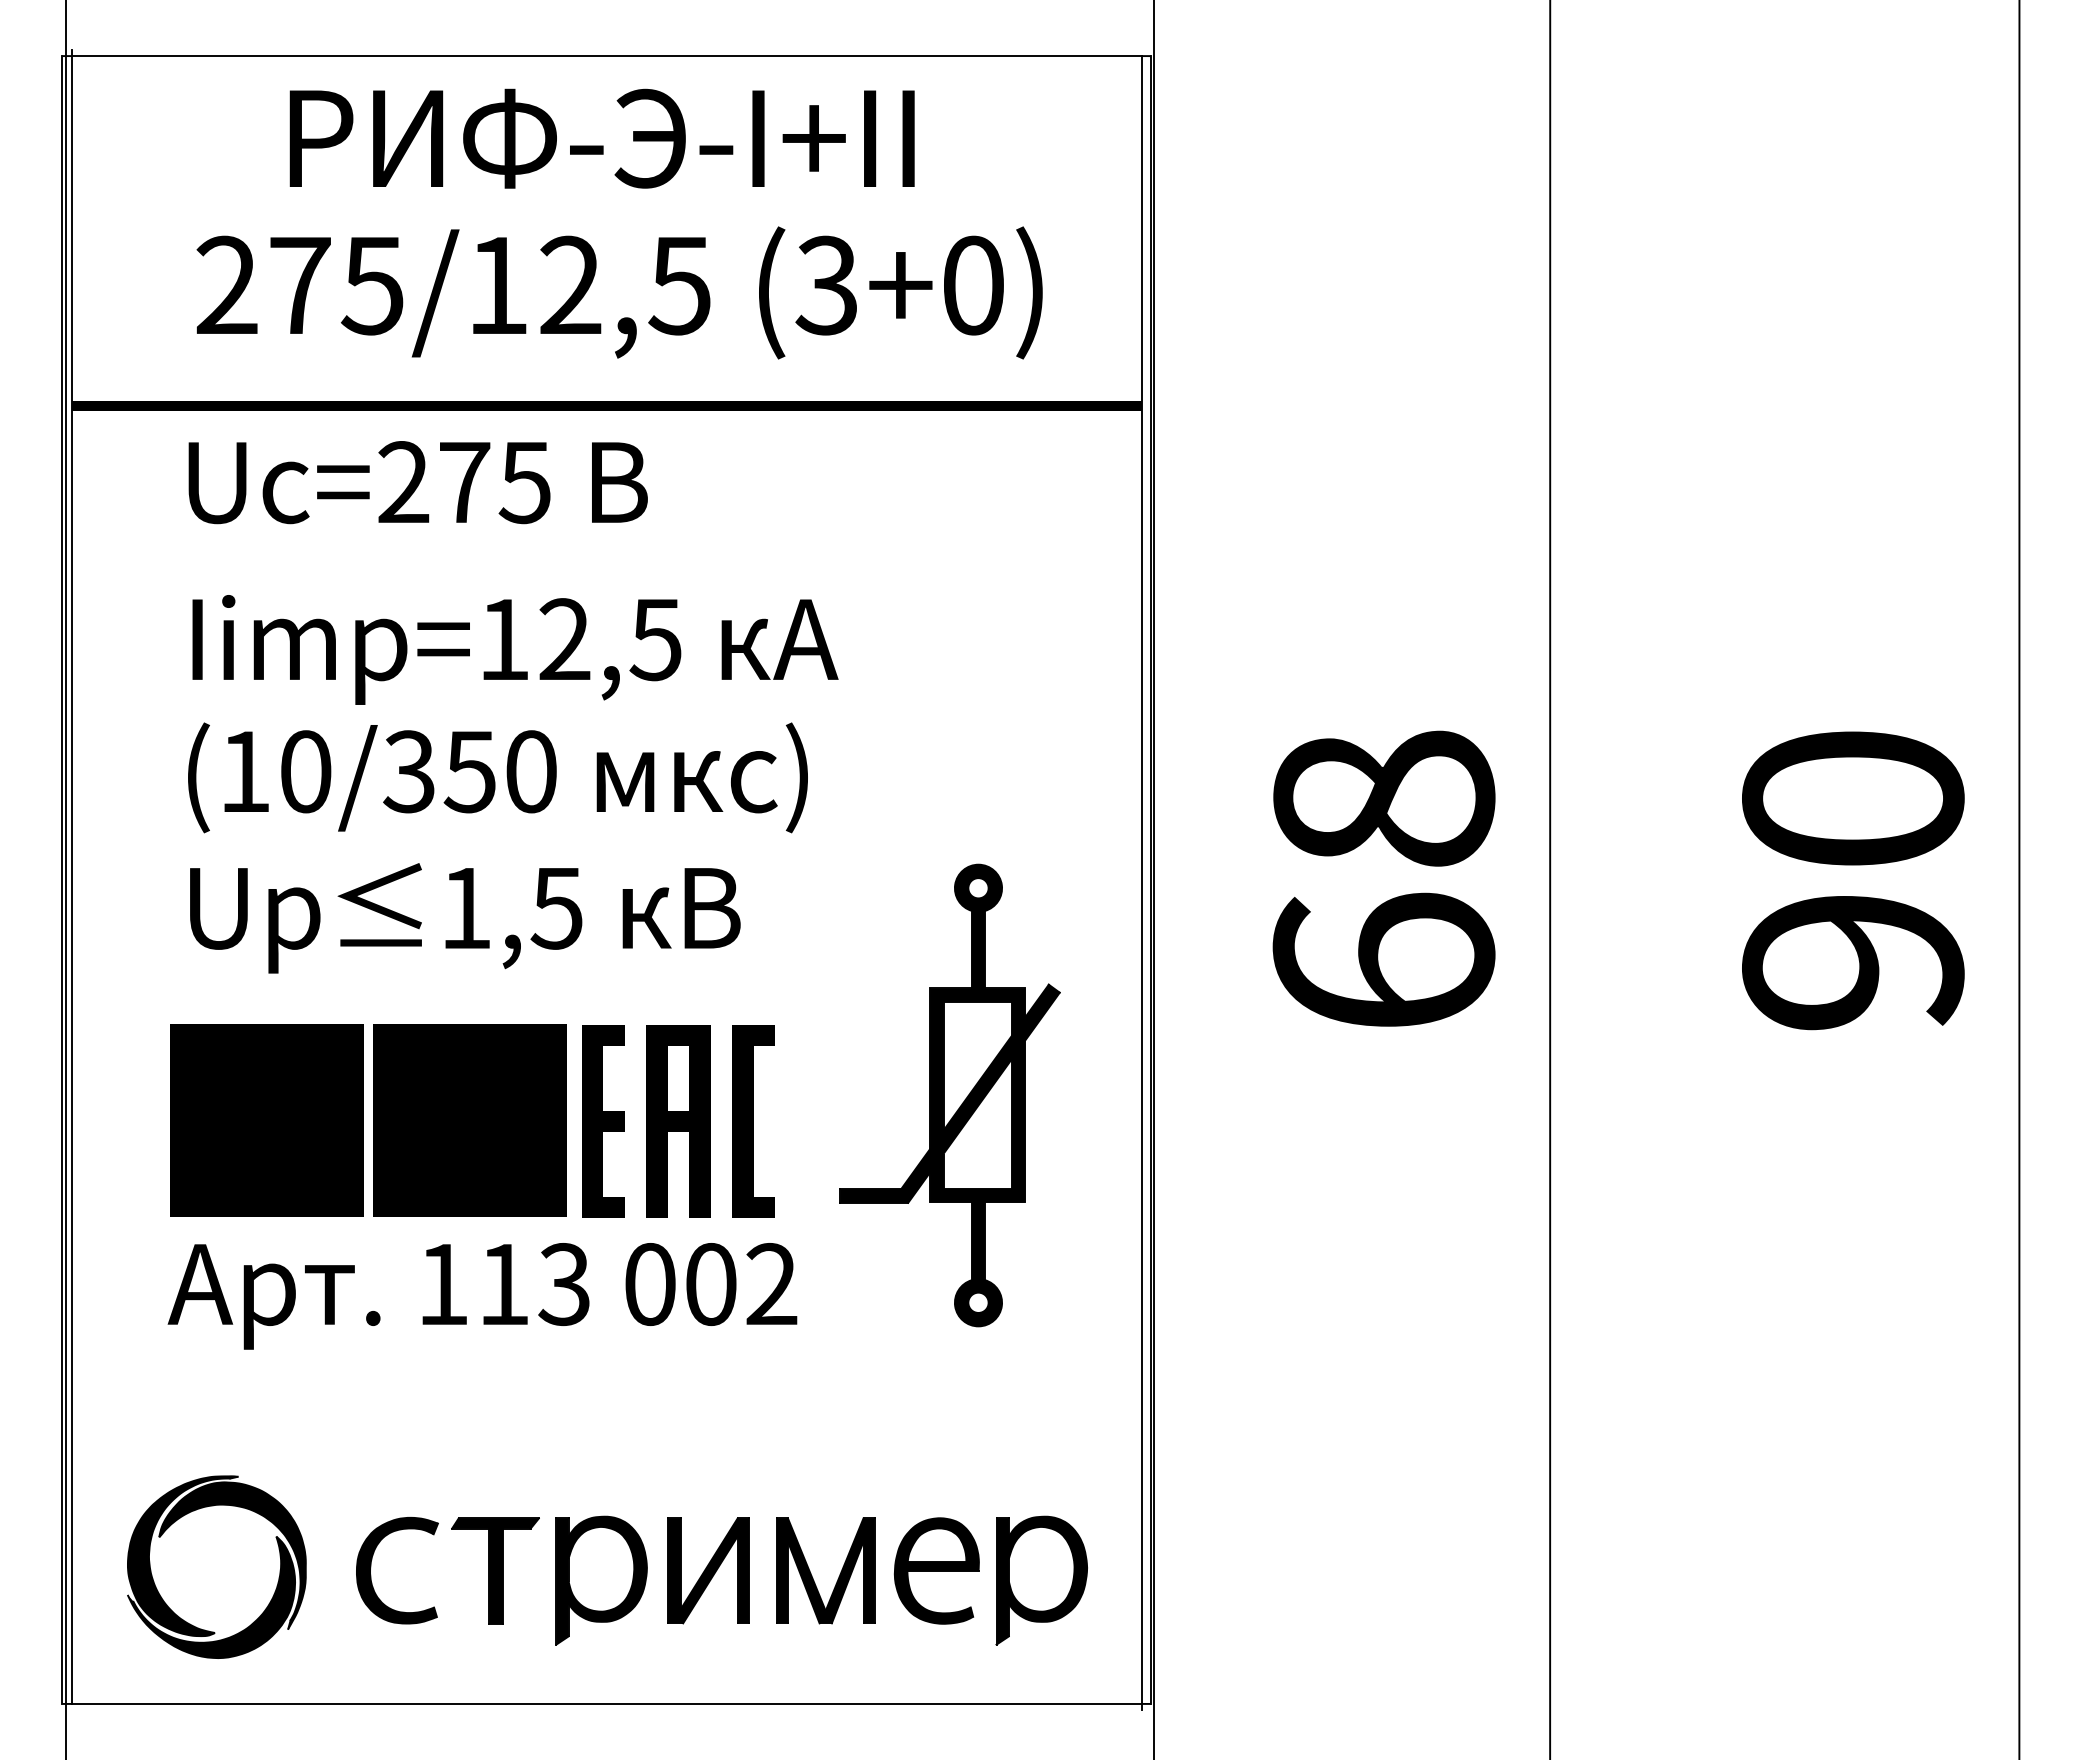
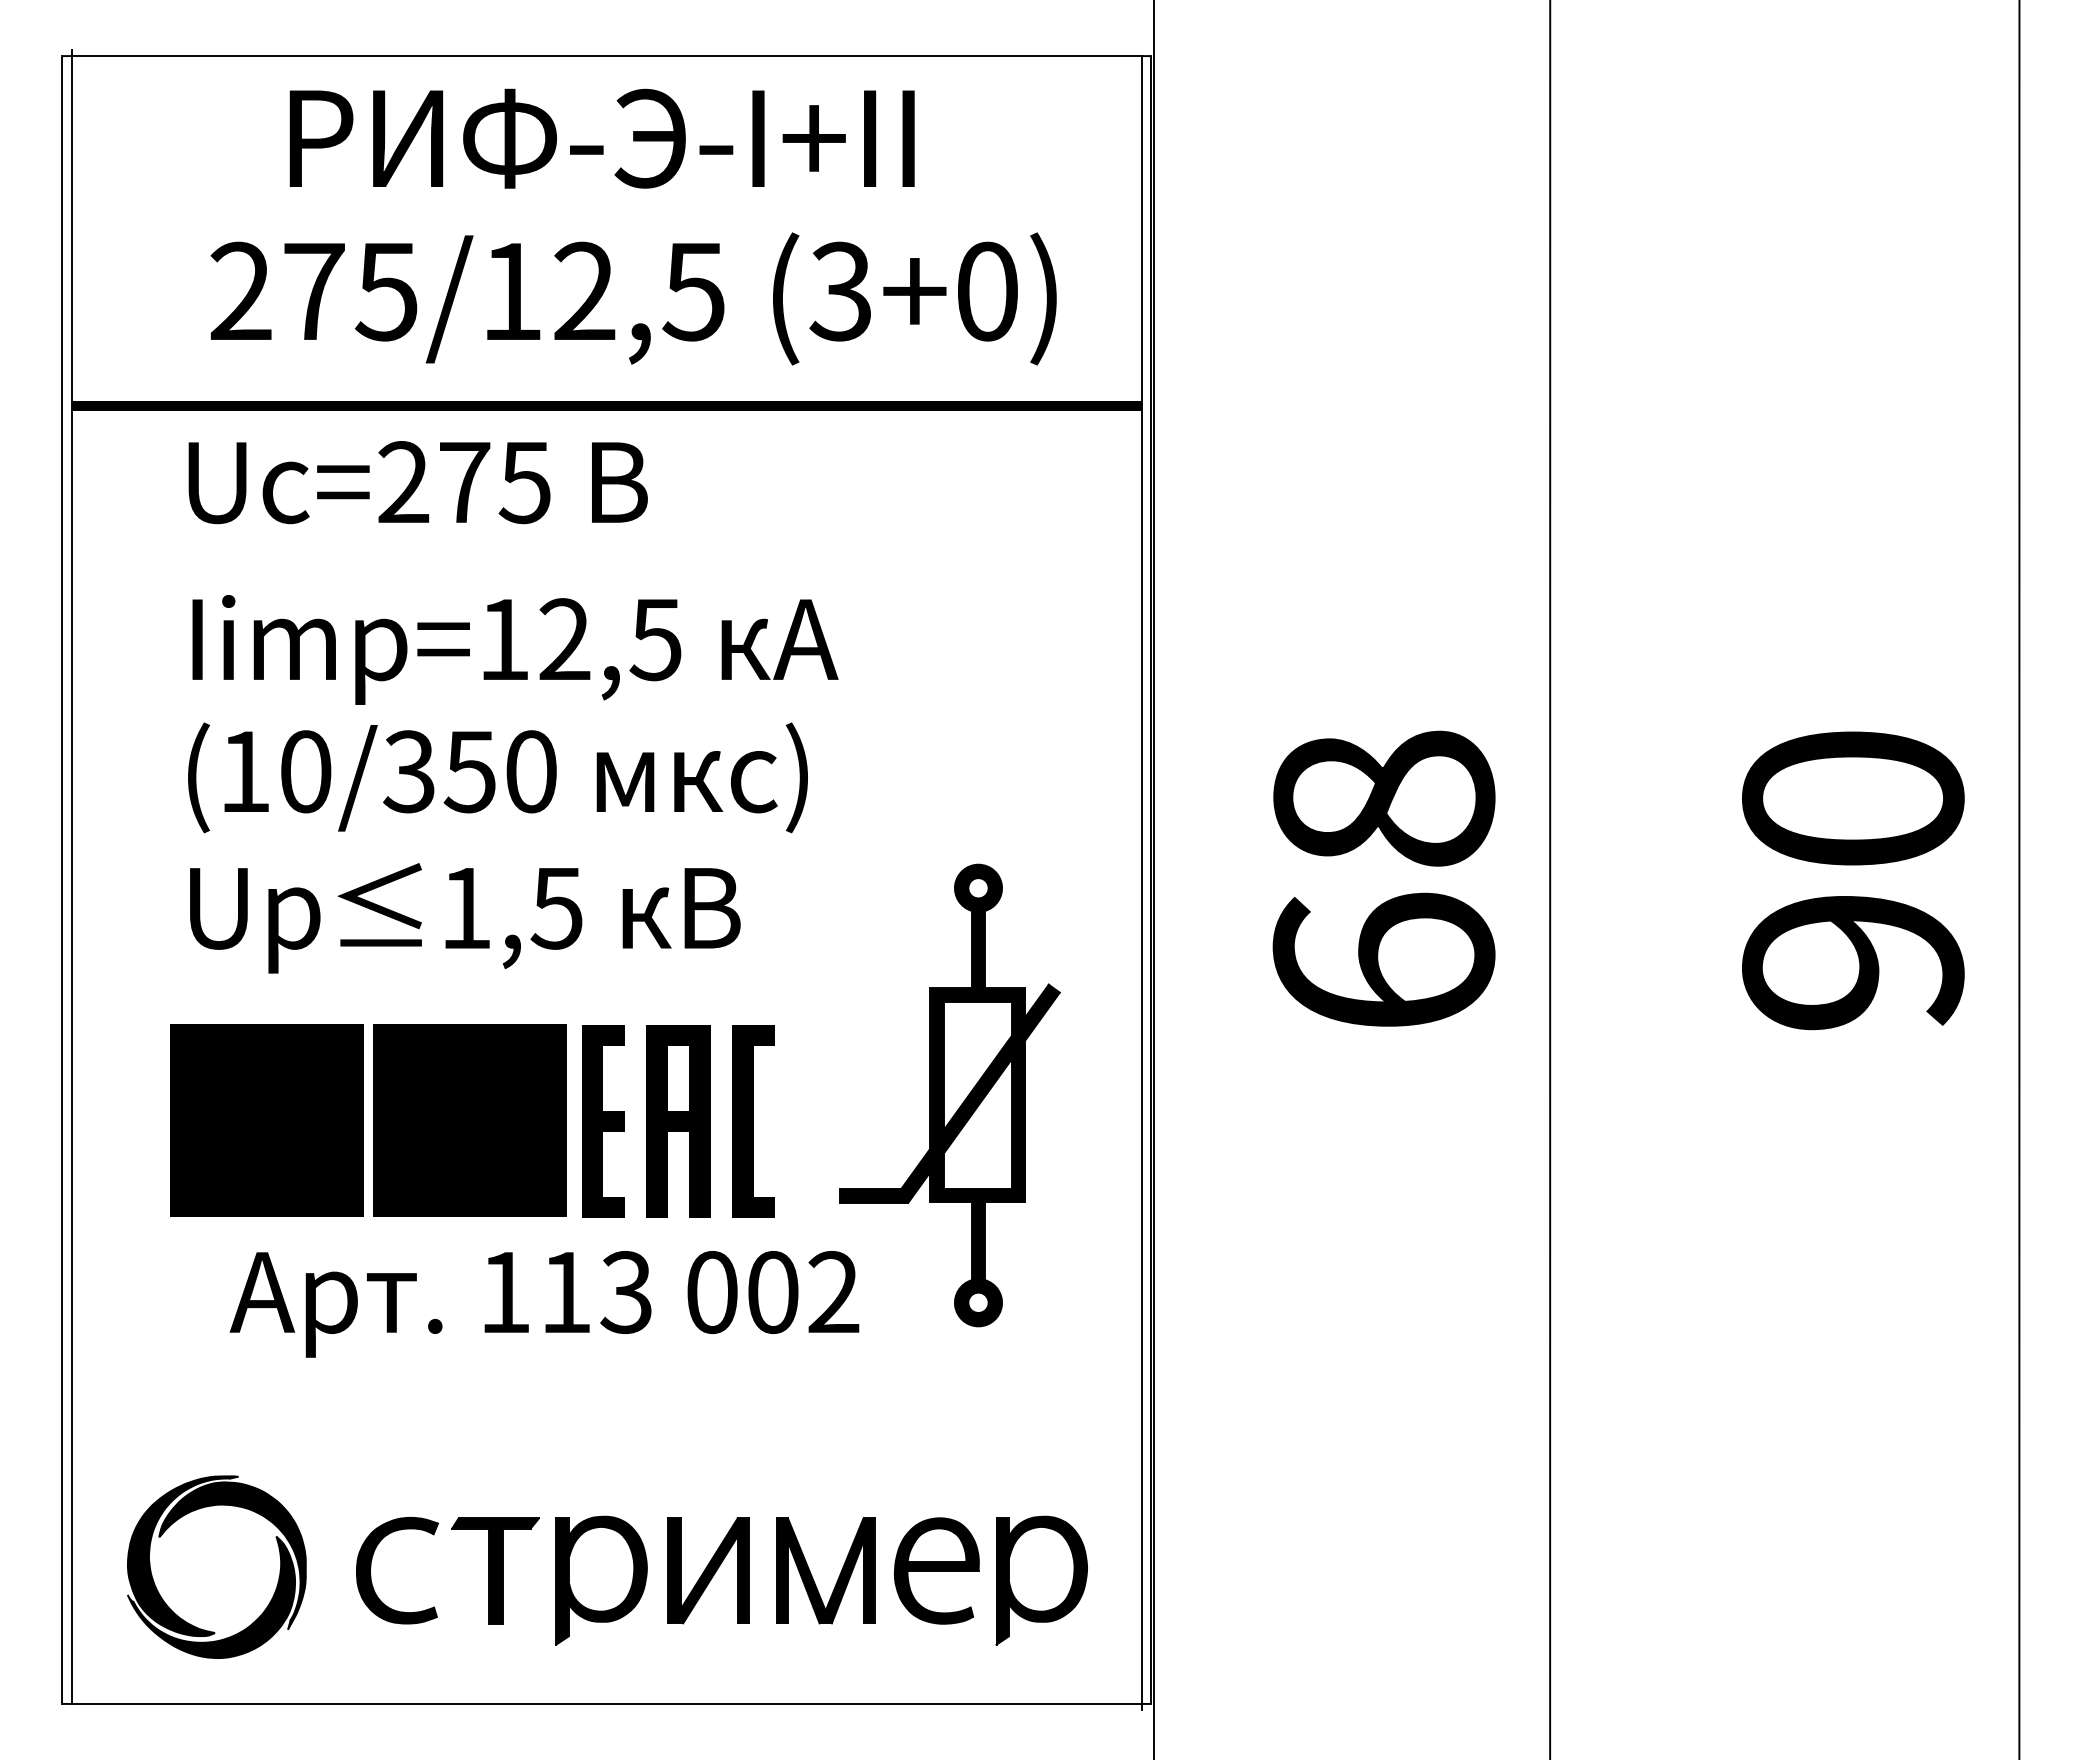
text at (619, 292) position: (619, 292) -> (633, 298)
line at (65, 879): present -> none
text at (482, 1296) position: (482, 1296) -> (544, 1304)
